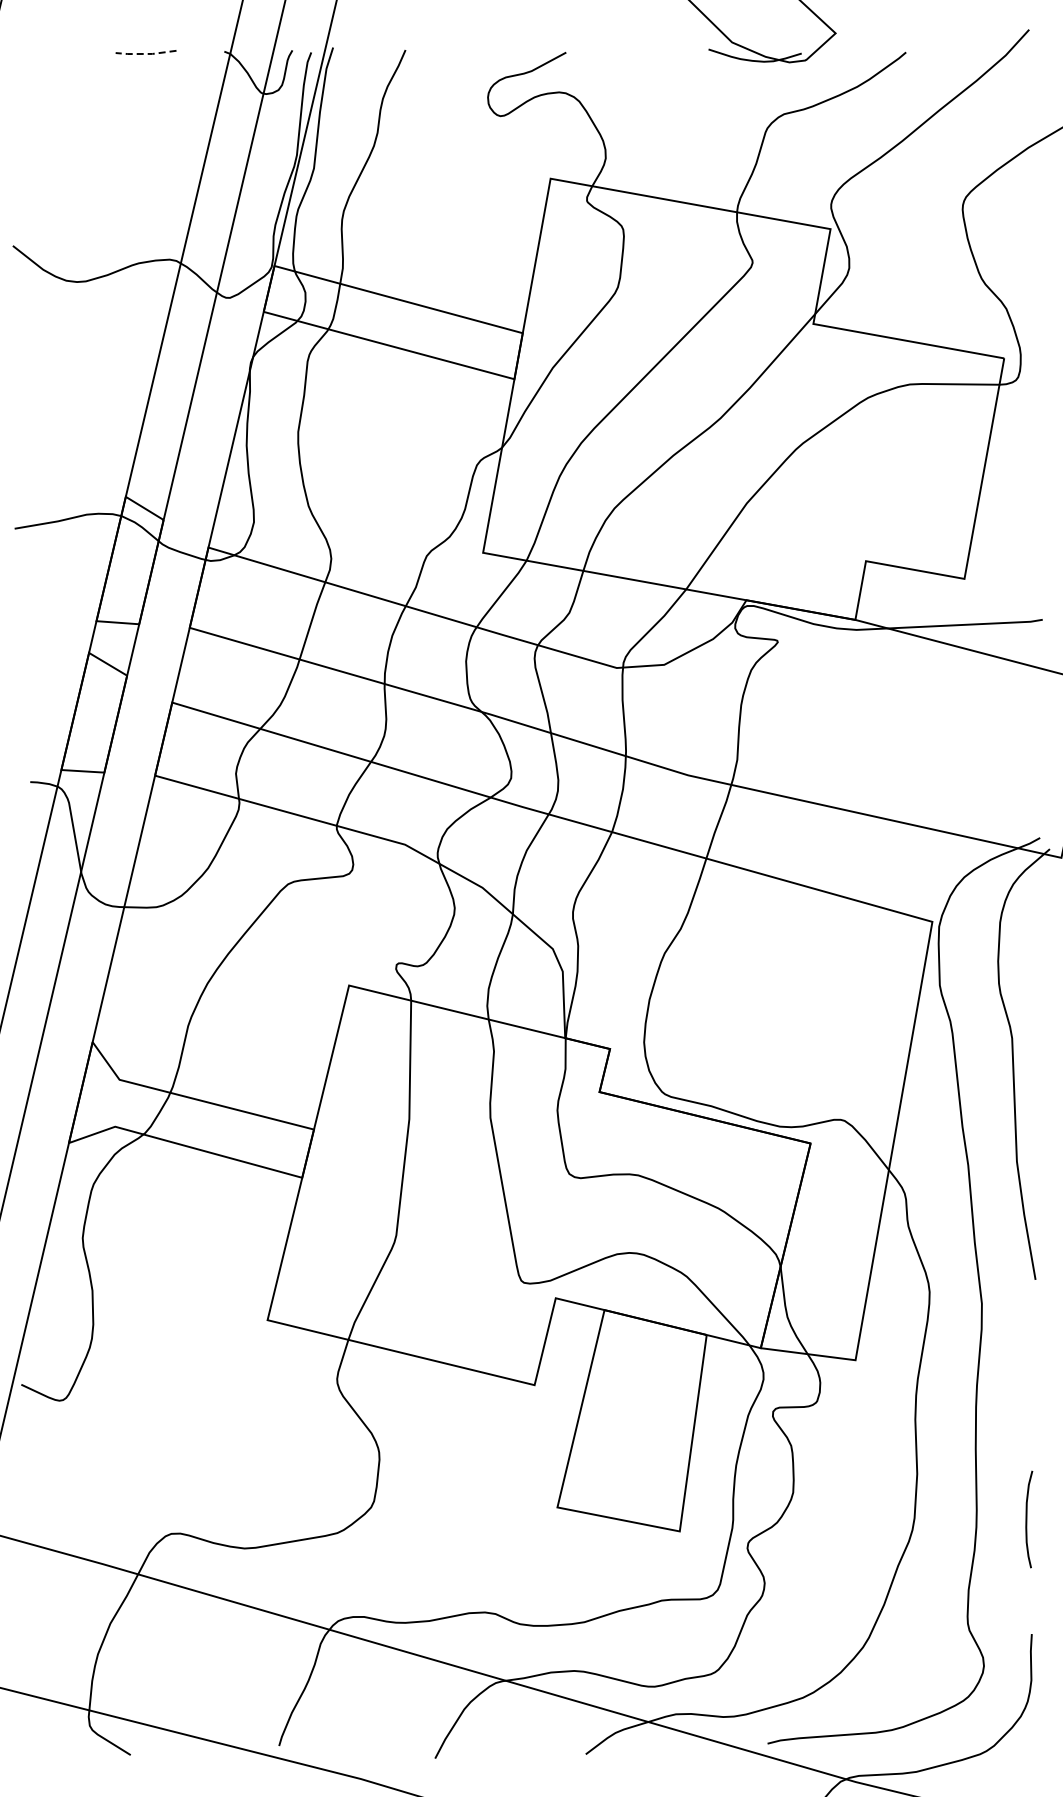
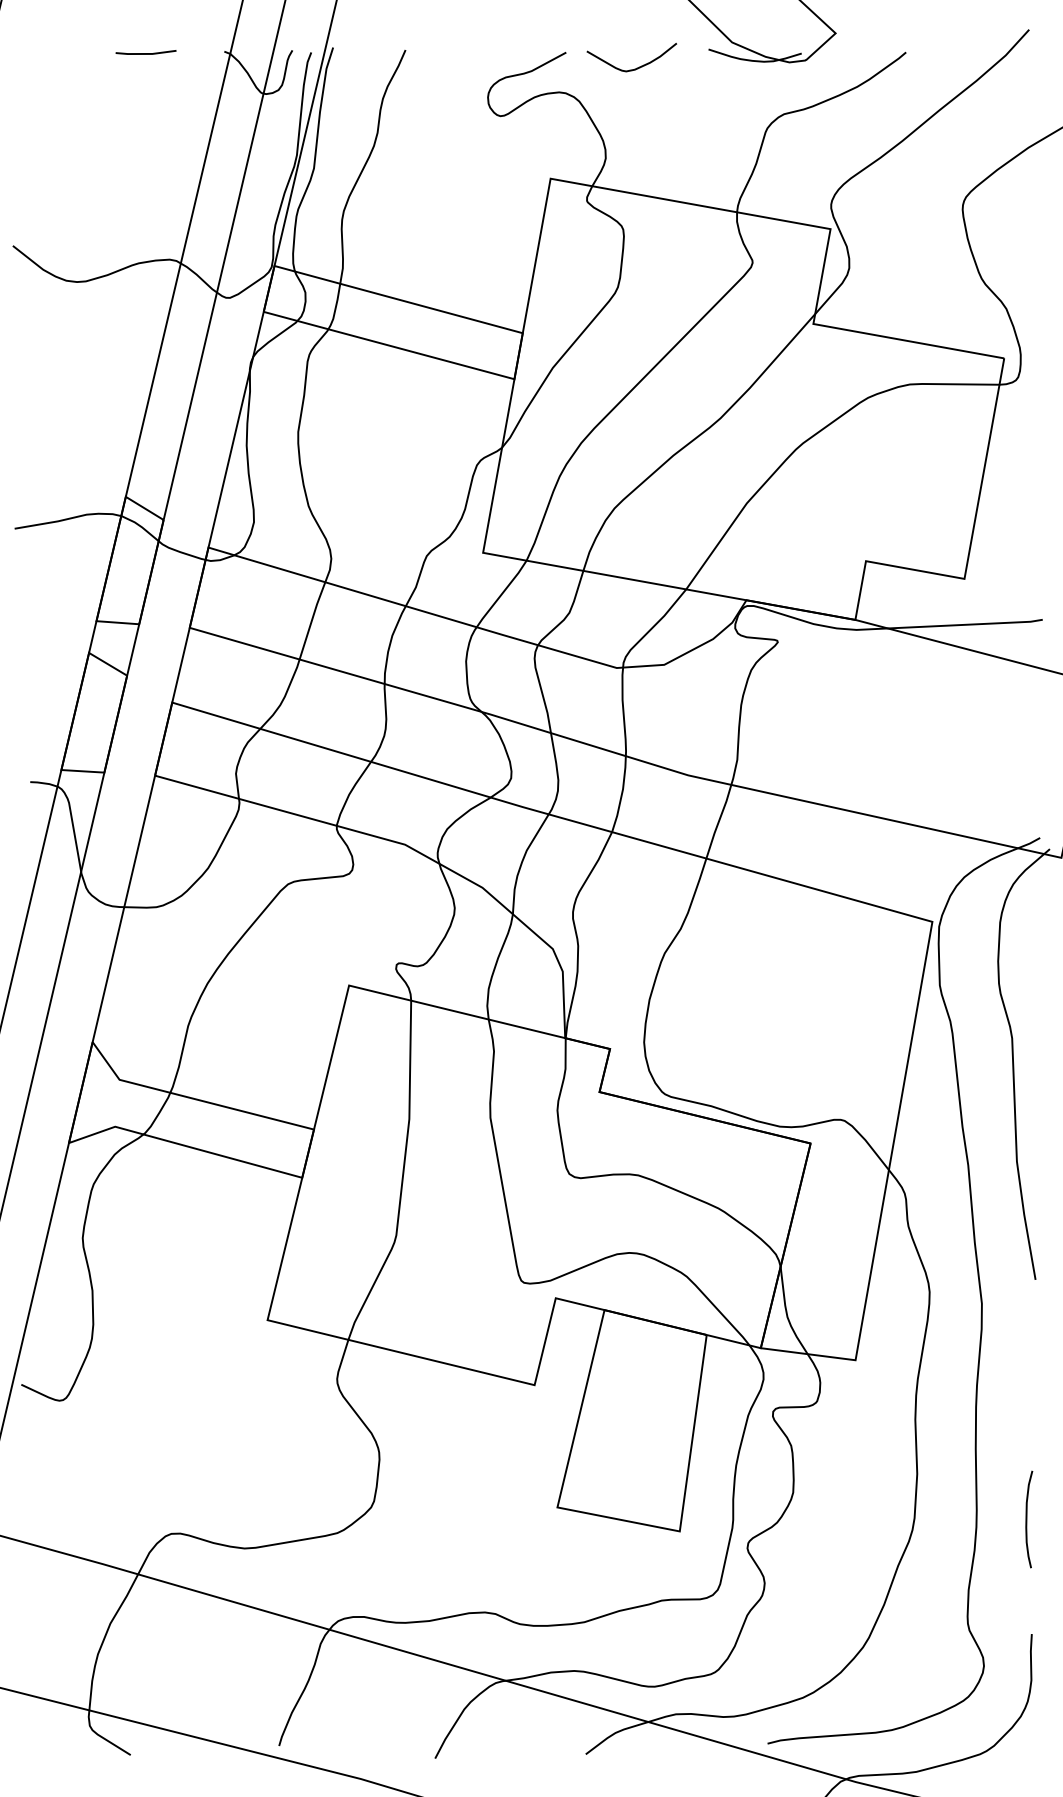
line at (145, 53): dashed -> solid
curve at (634, 68): none -> present
